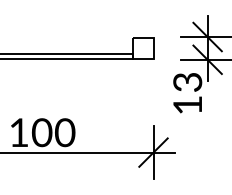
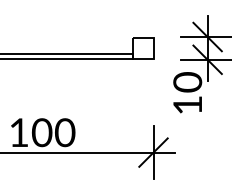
text at (187, 82): 13 -> 10
